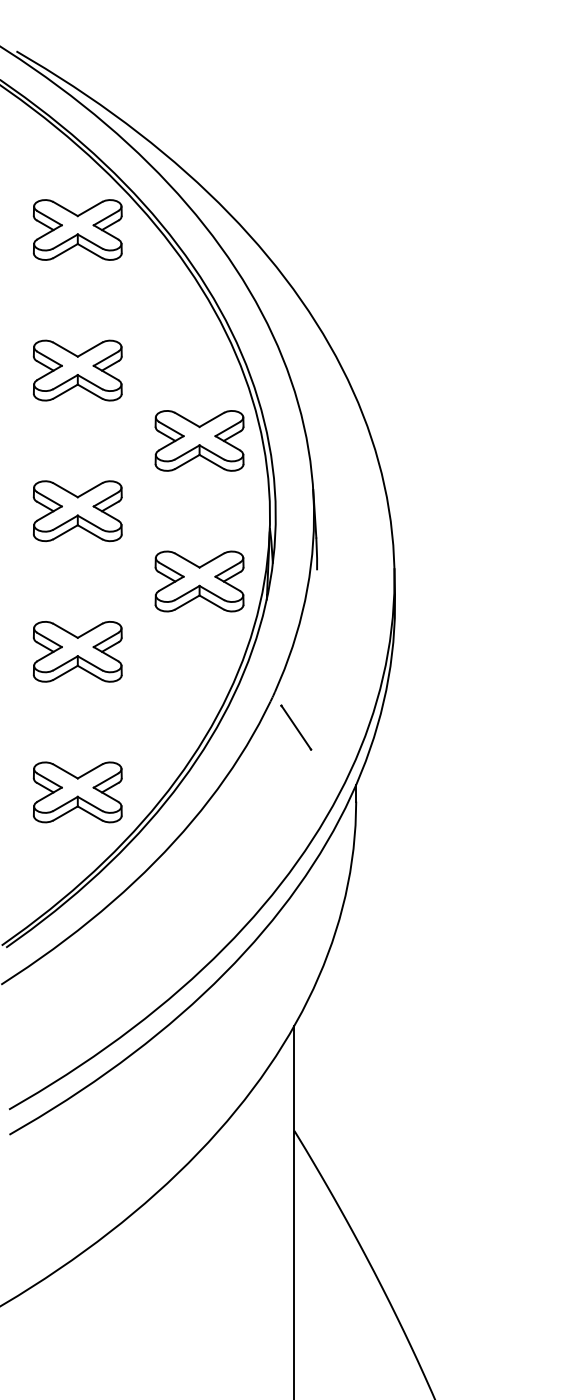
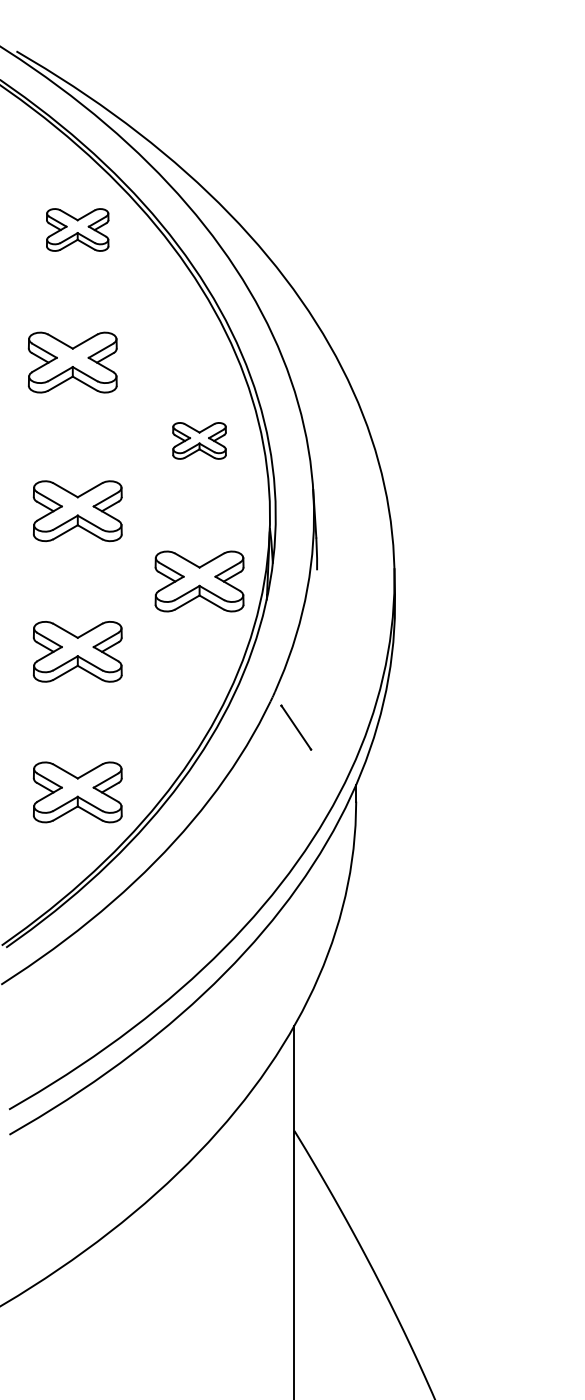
part at (77, 229) size: 91x62 px -> 64x44 px
part at (77, 370) position: (77, 370) -> (72, 362)
part at (199, 440) size: 91x62 px -> 55x38 px
